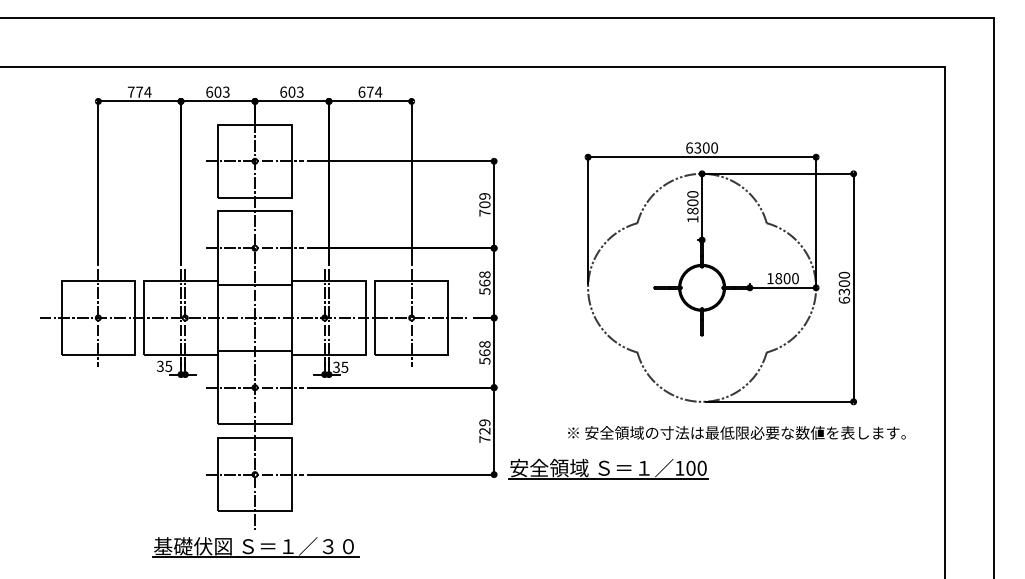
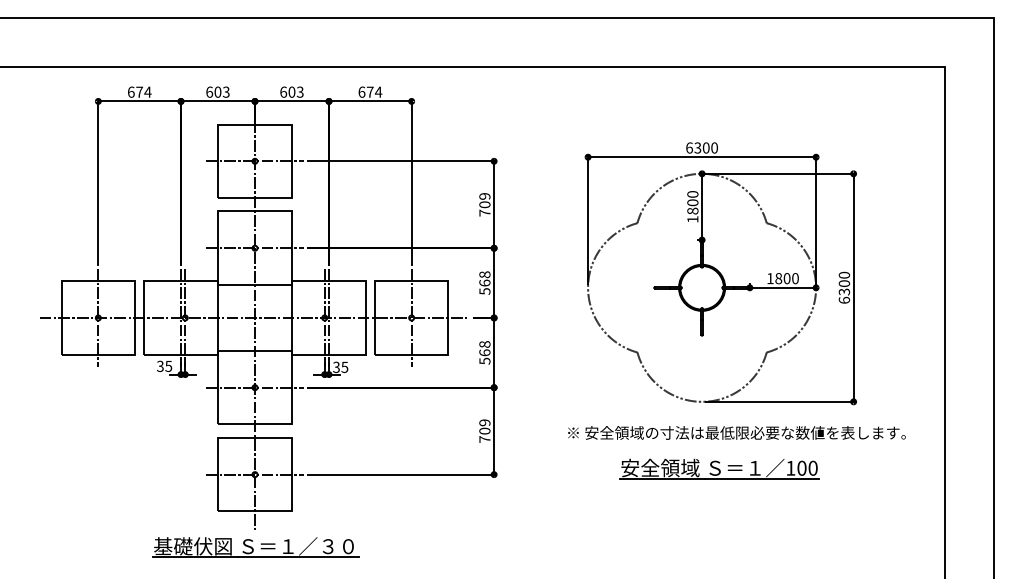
text at (130, 91): 774 -> 674
text at (484, 430): 729 -> 709
part at (608, 468) position: (608, 468) -> (719, 468)
